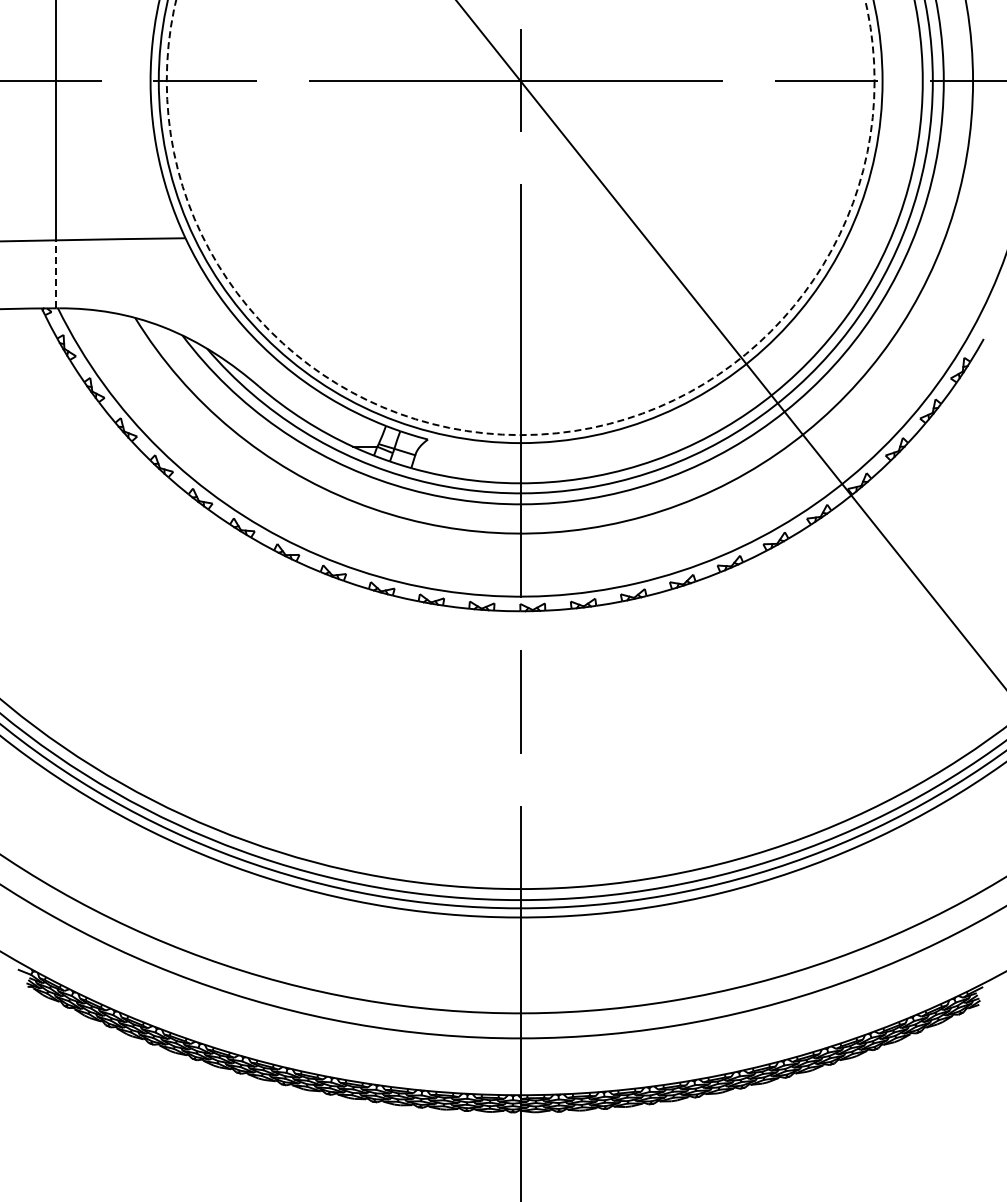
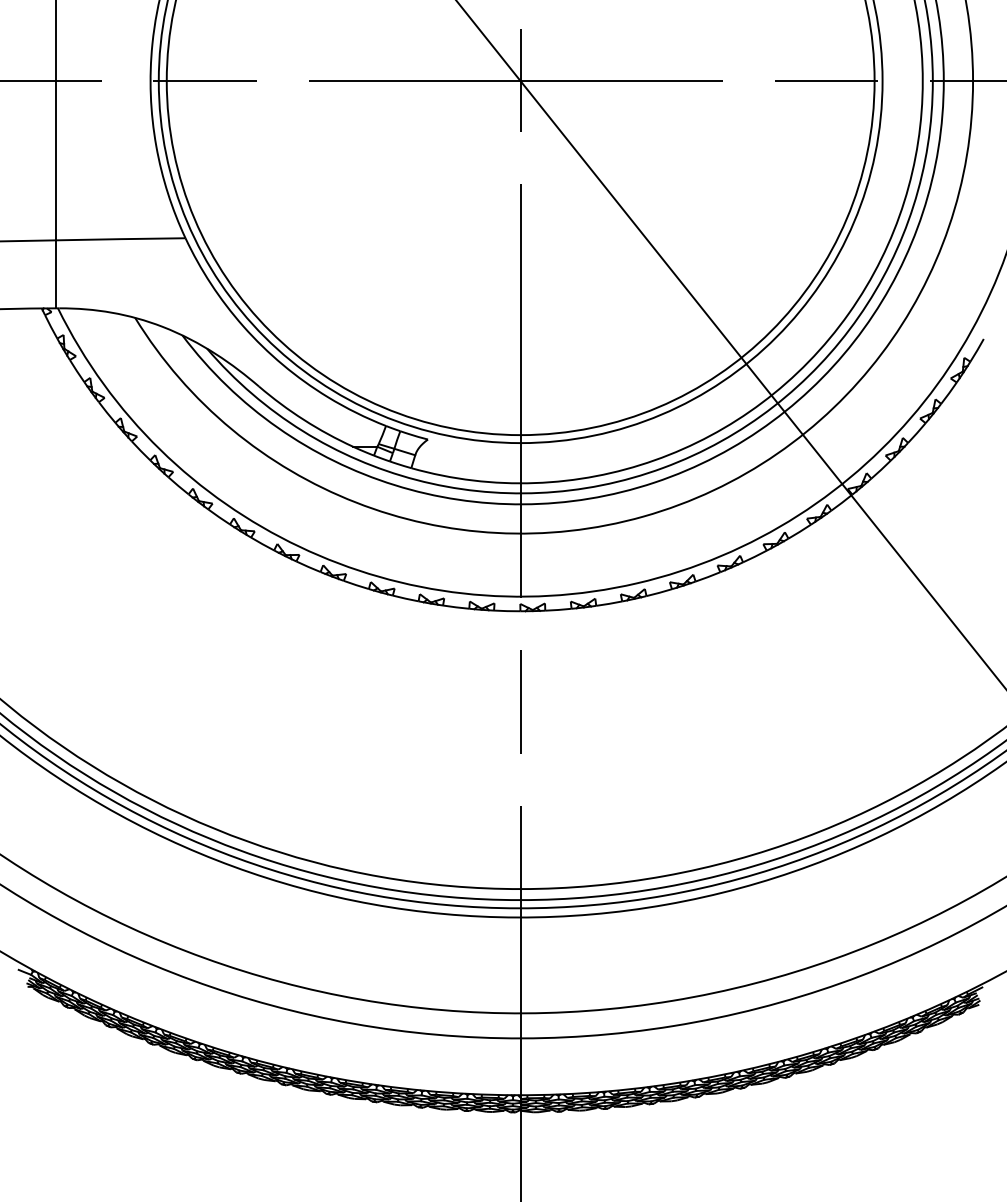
circle at (520, 217): dashed -> solid
line at (56, 274): dashed -> solid
